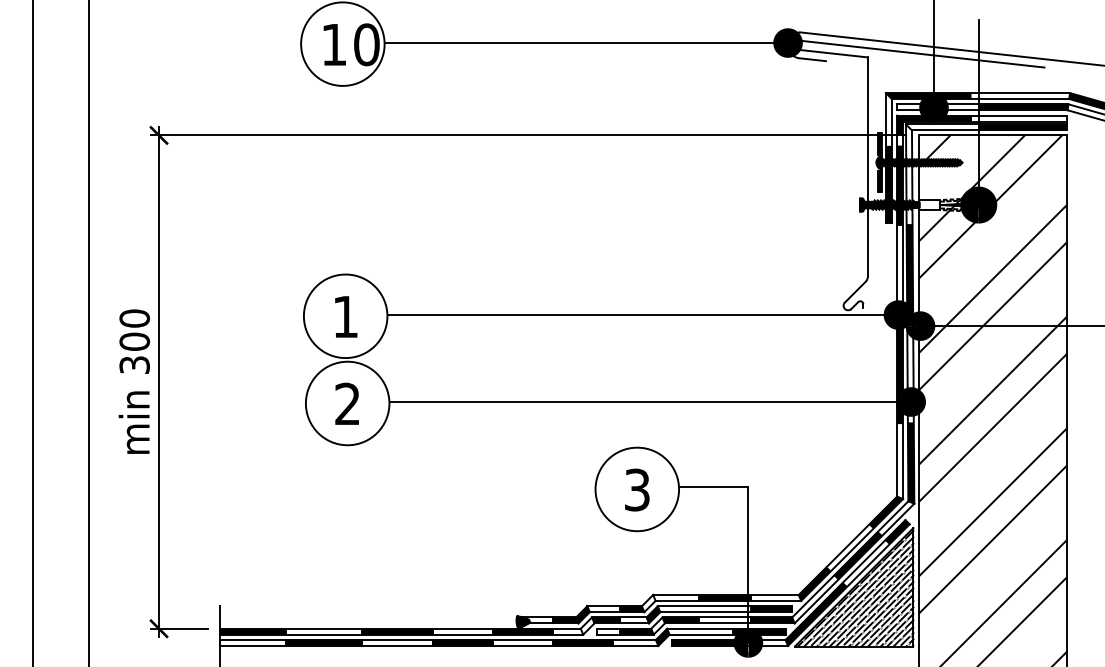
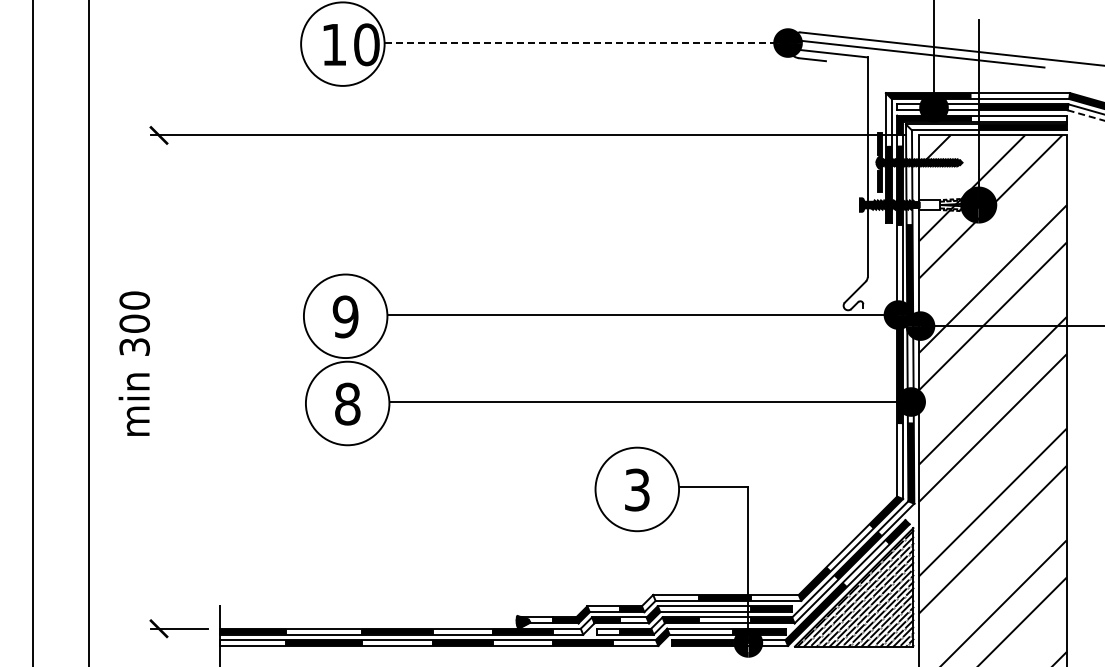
line at (586, 43): solid -> dashed
line at (1085, 115): solid -> dashed
text at (345, 316): 1 -> 9
text at (133, 381) position: (133, 381) -> (133, 363)
line at (159, 382): present -> none
text at (347, 403): 2 -> 8
